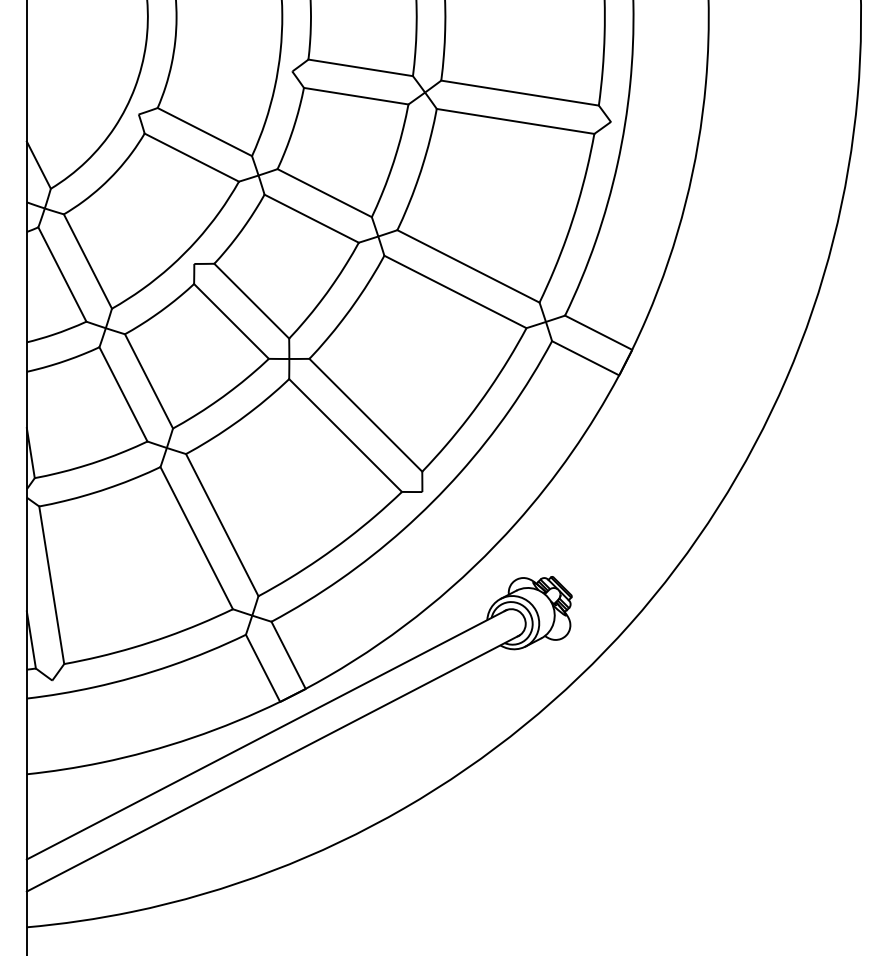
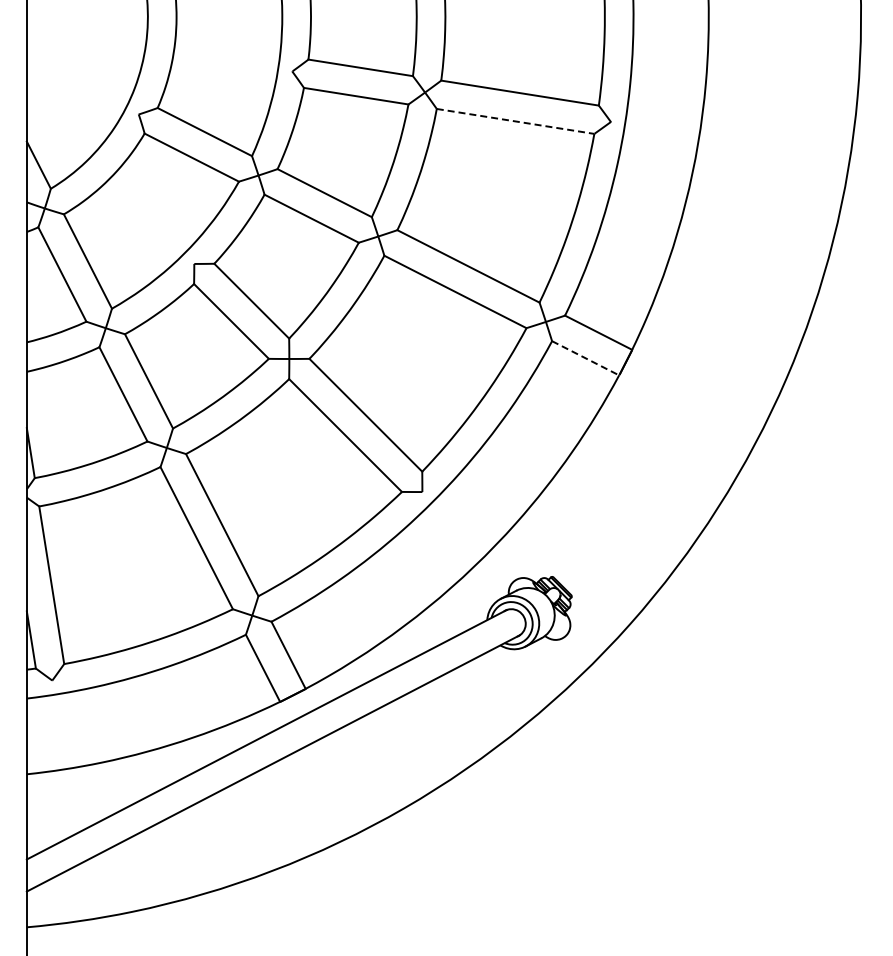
line at (515, 121): solid -> dashed
line at (585, 358): solid -> dashed
